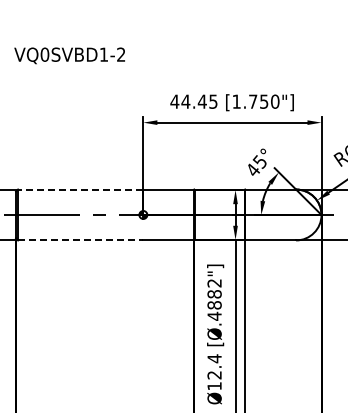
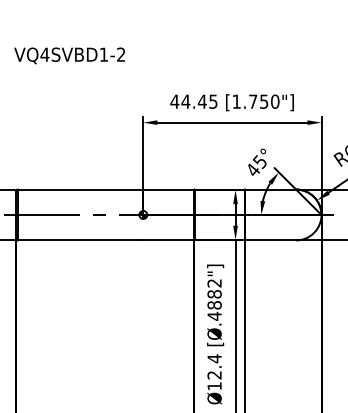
text at (44, 54): VQ0SVBD1-2 -> VQ4SVBD1-2
line at (80, 189): dashed -> solid
line at (80, 240): dashed -> solid
